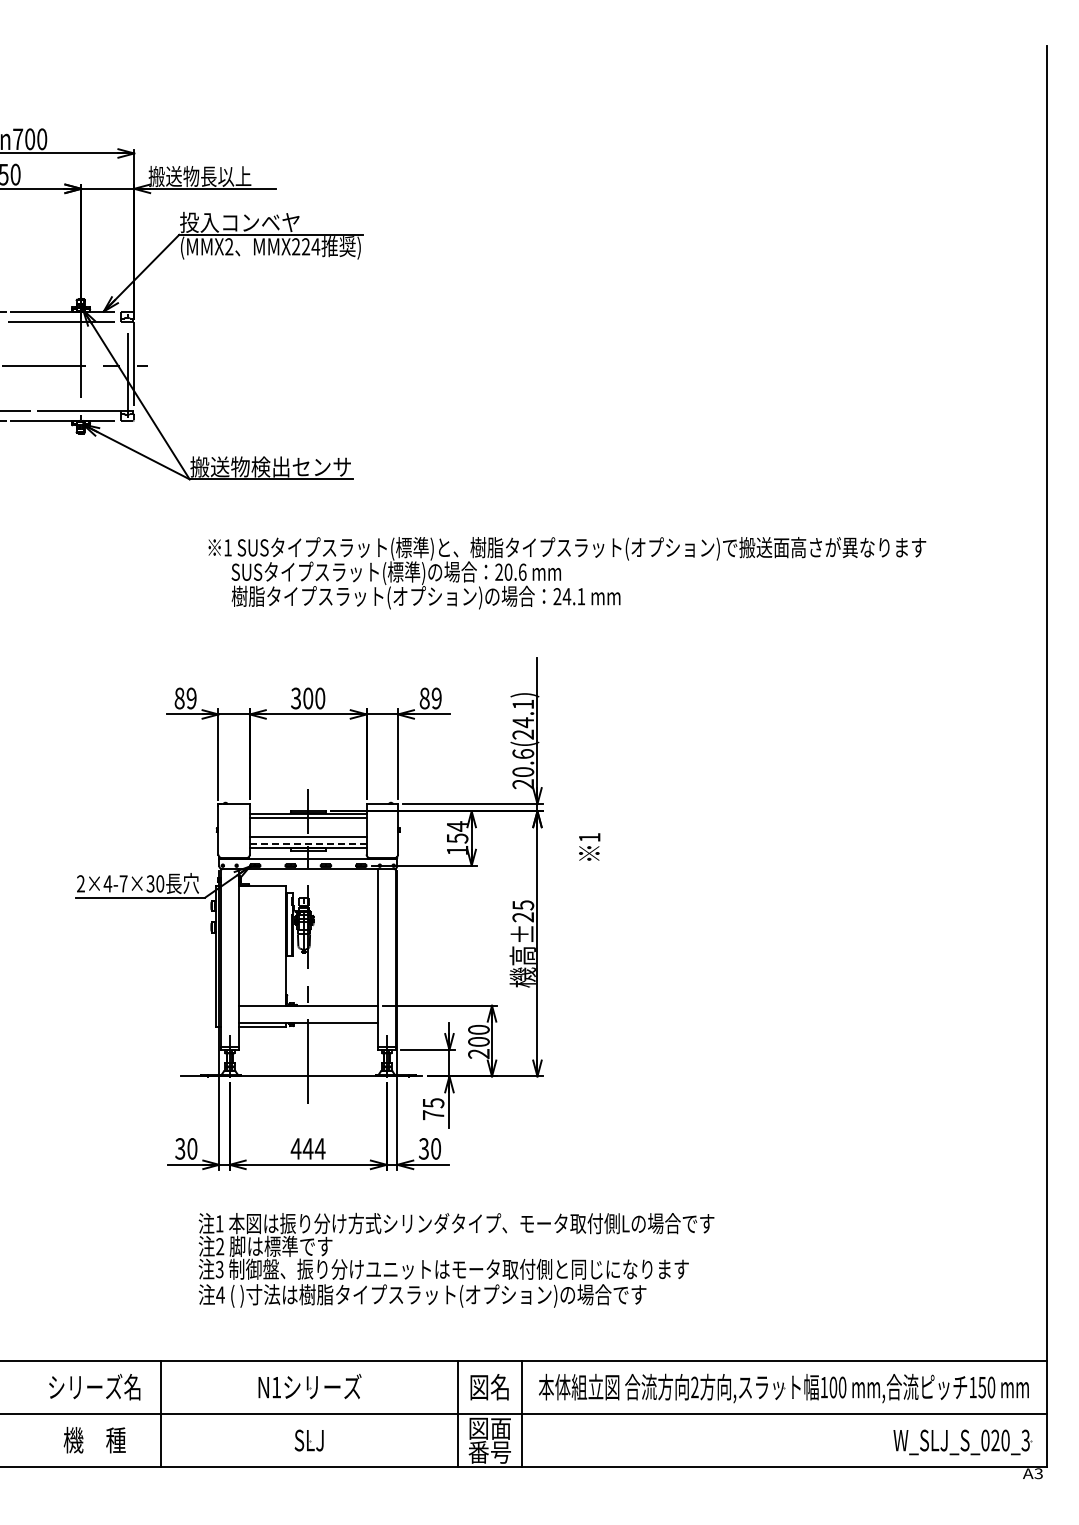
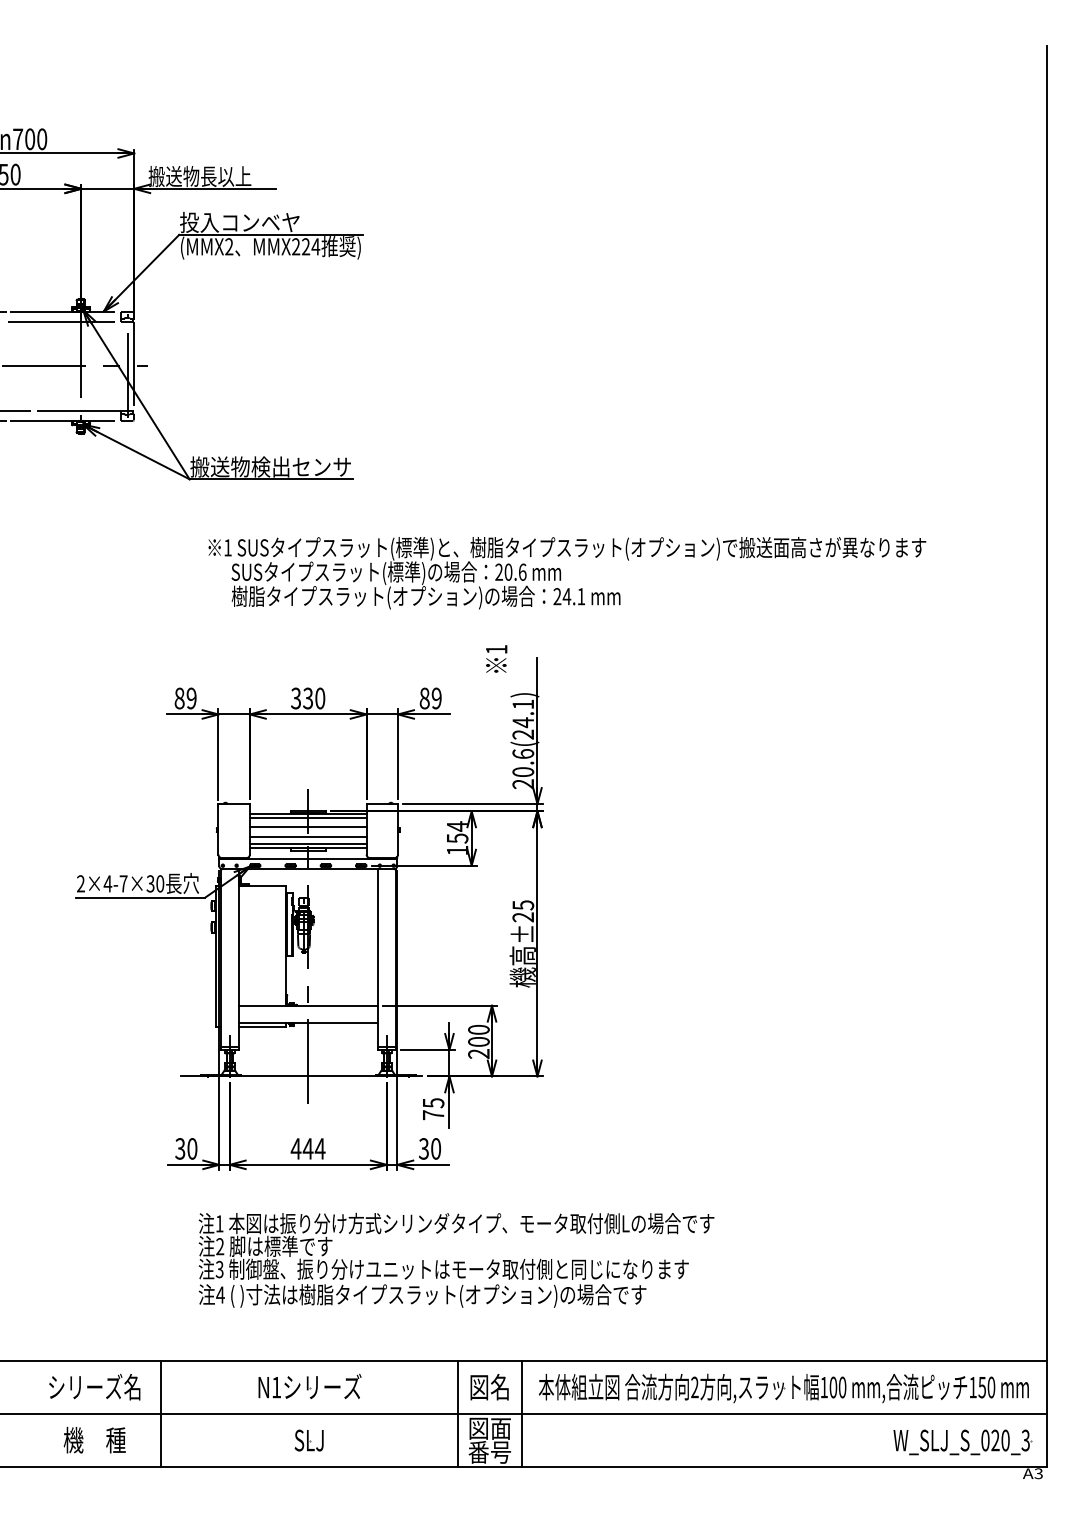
text at (308, 698): 300 -> 330
line at (307, 826): none -> present
line at (307, 843): dashed -> solid
text at (589, 846) position: (589, 846) -> (496, 658)
